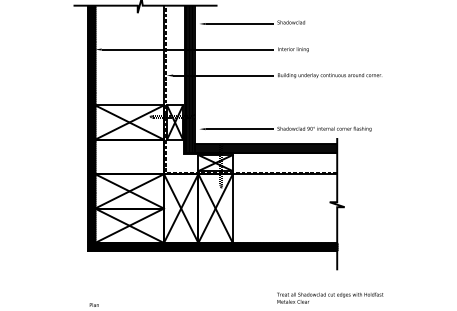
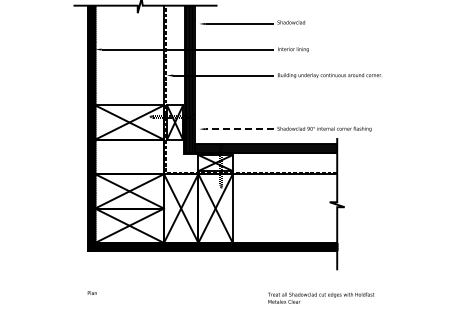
line at (239, 129): solid -> dashed
text at (330, 297) position: (330, 297) -> (321, 297)
text at (93, 304) position: (93, 304) -> (91, 292)
